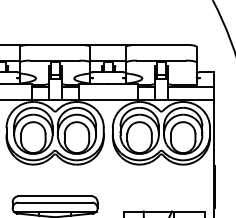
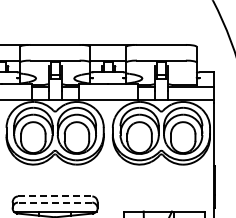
line at (55, 196): solid -> dashed
line at (54, 202): solid -> dashed
